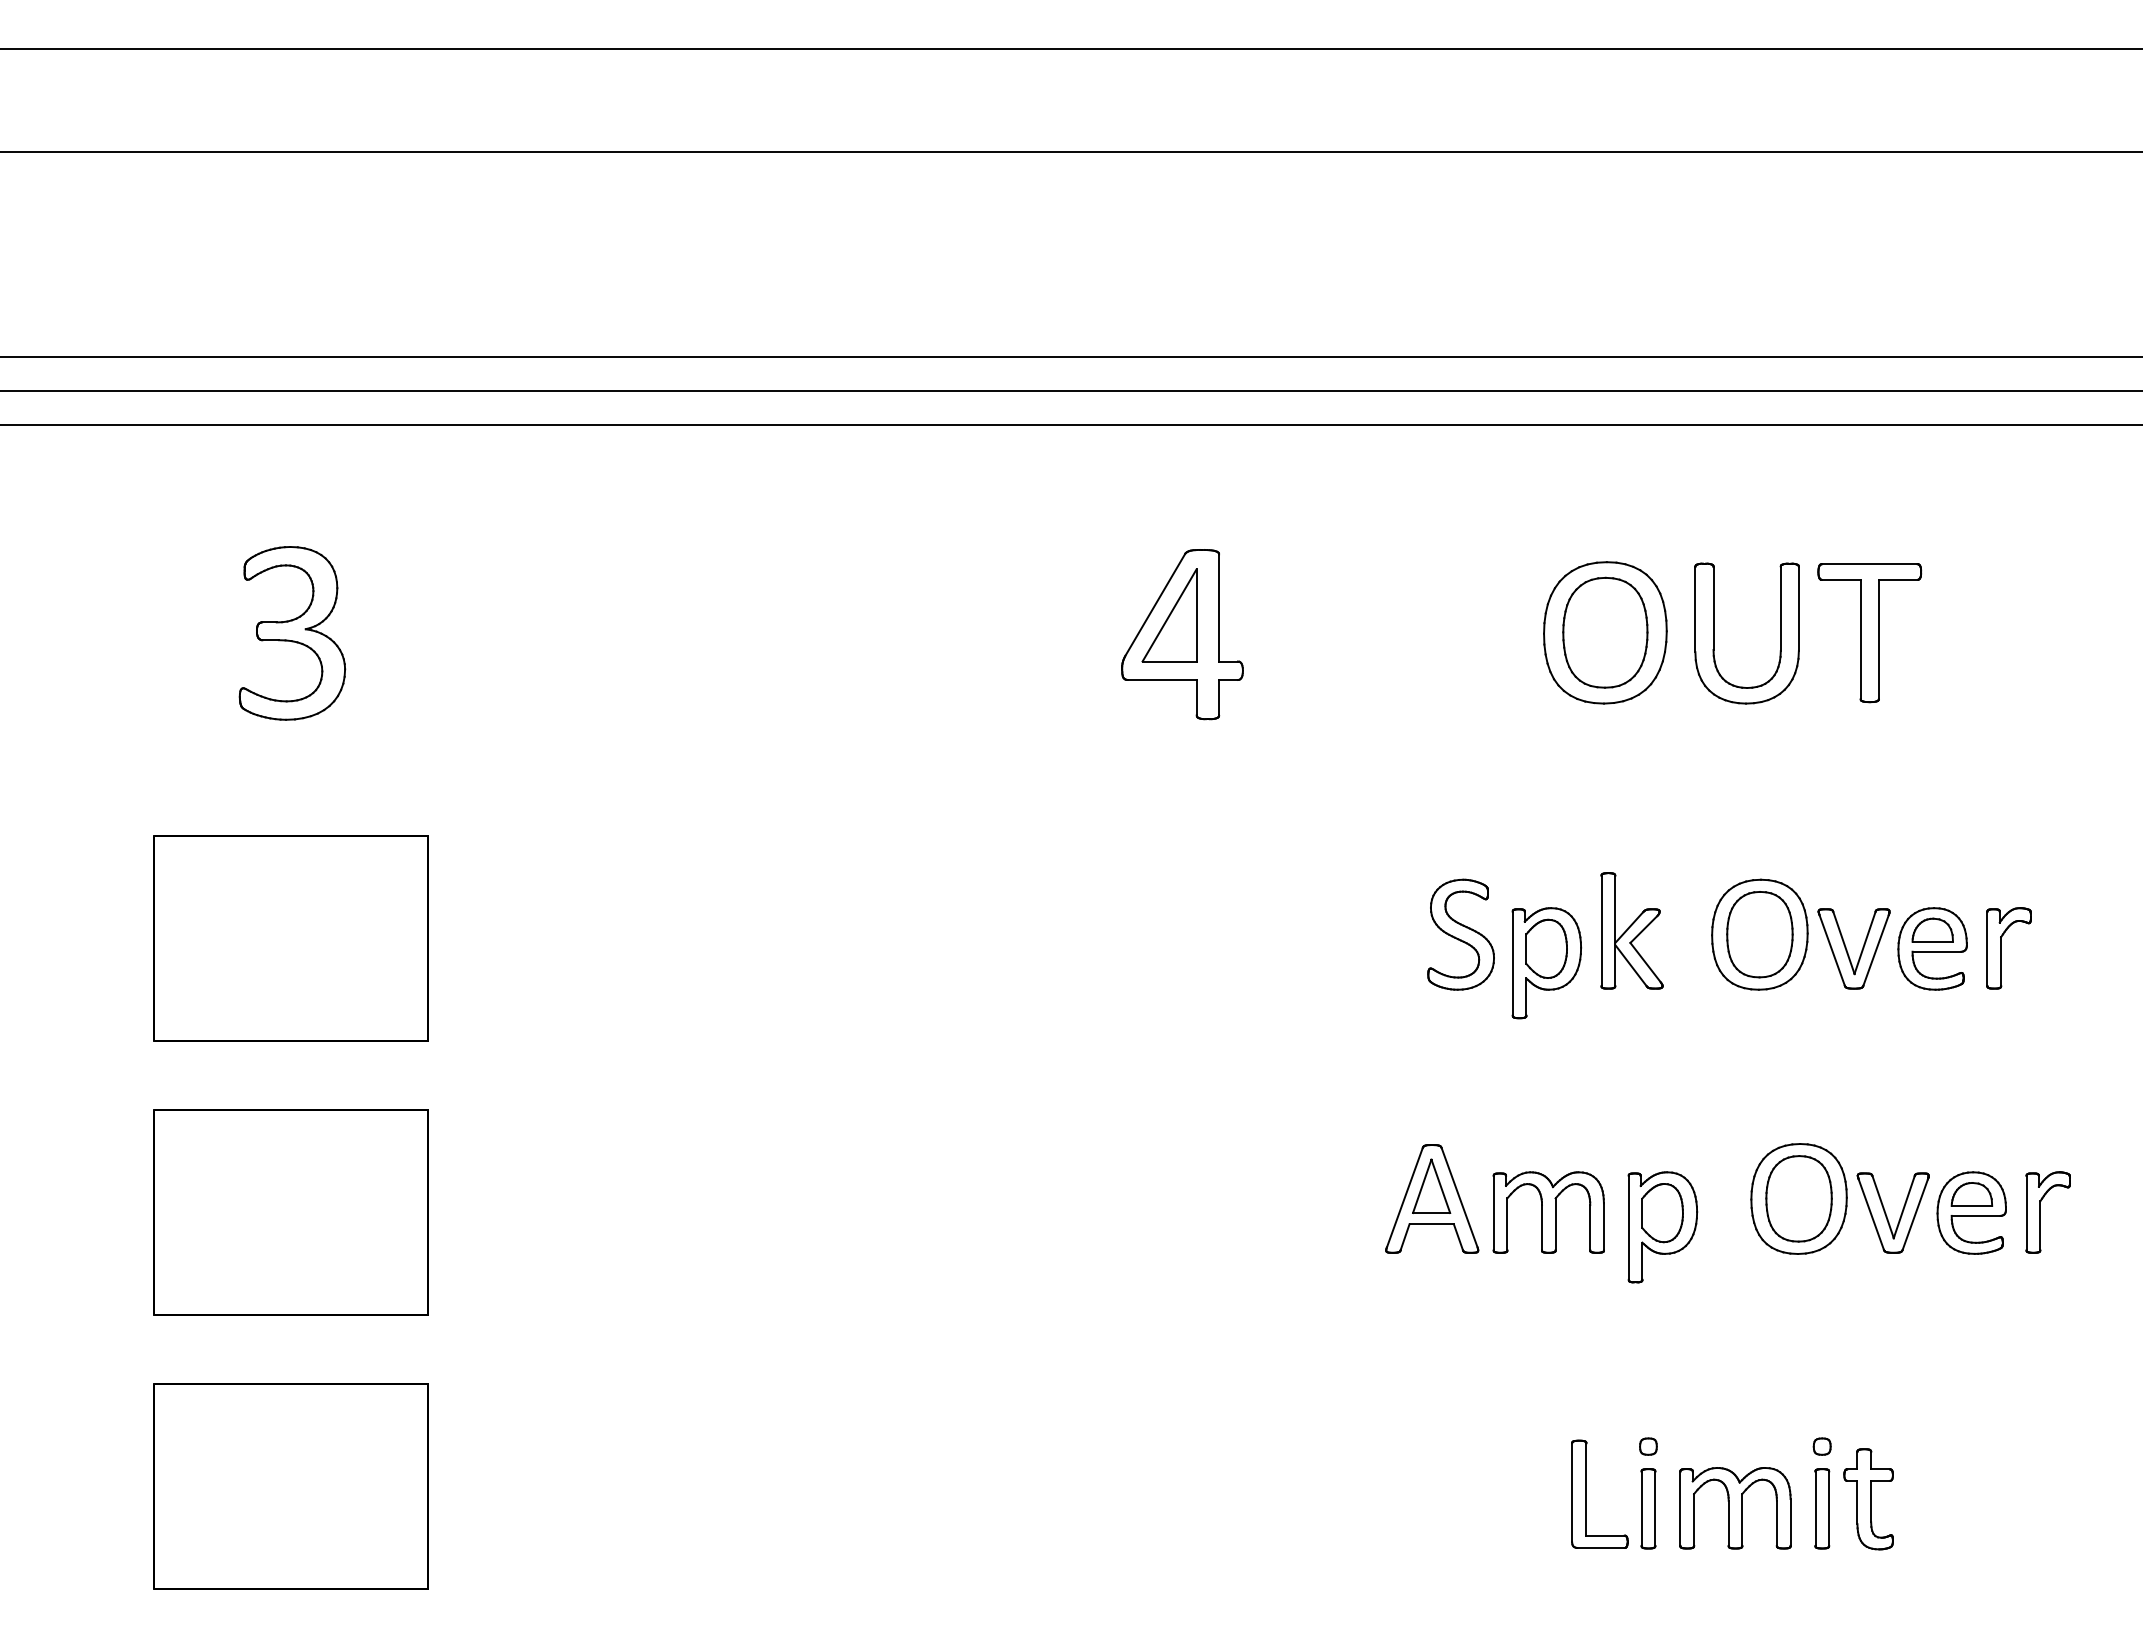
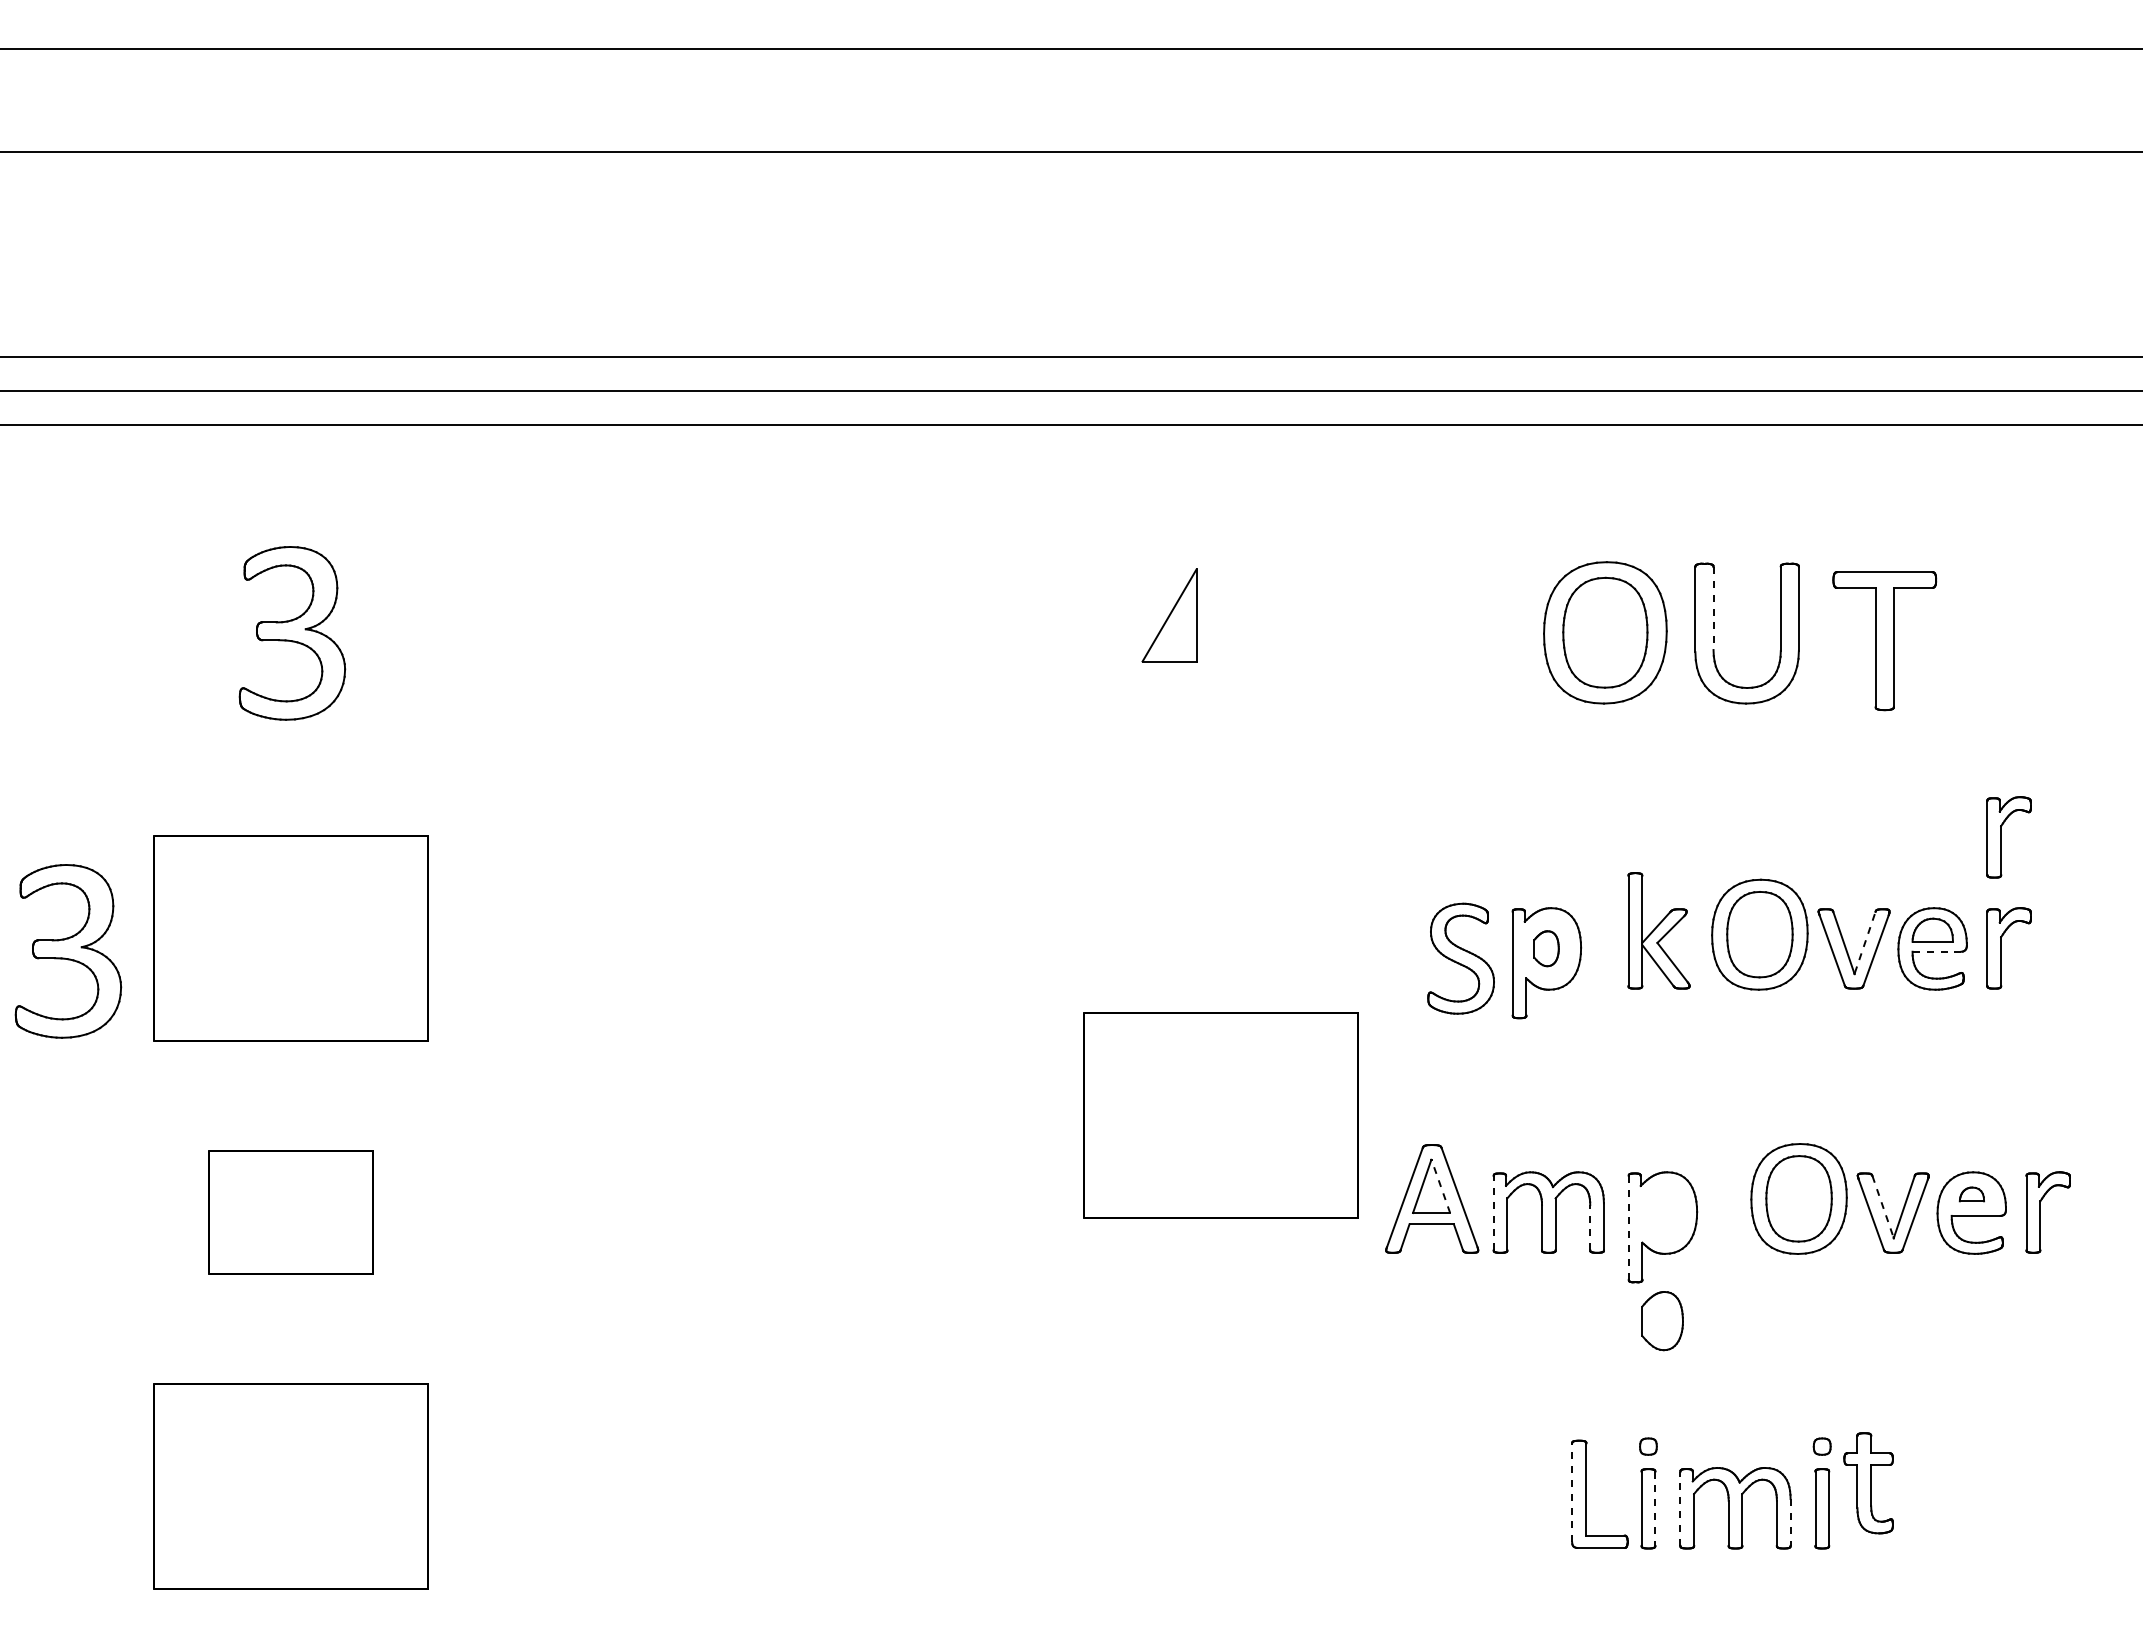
line at (1713, 608): solid -> dashed
part at (1869, 633) position: (1869, 633) -> (1884, 641)
part at (1182, 634): present -> none
part at (2001, 837): none -> present
part at (1631, 930) position: (1631, 930) -> (1658, 930)
part at (1460, 934) position: (1460, 934) -> (1460, 958)
line at (1865, 942): solid -> dashed
part at (1546, 948) size: 43x61 px -> 27x38 px
part at (68, 951): none -> present
line at (1936, 951): solid -> dashed
part at (1220, 1115): none -> present
line at (1440, 1185): solid -> dashed
part at (1971, 1194) size: 44x25 px -> 27x17 px
line at (1883, 1207): solid -> dashed
part at (290, 1212) size: 276x207 px -> 166x125 px
line at (1493, 1212): solid -> dashed
part at (1662, 1213) position: (1662, 1213) -> (1662, 1321)
line at (1590, 1227): solid -> dashed
line at (1628, 1227): solid -> dashed
line at (1572, 1492): solid -> dashed
part at (1868, 1499) position: (1868, 1499) -> (1868, 1483)
line at (1680, 1508): solid -> dashed
line at (1655, 1509): solid -> dashed
line at (1790, 1522): solid -> dashed
